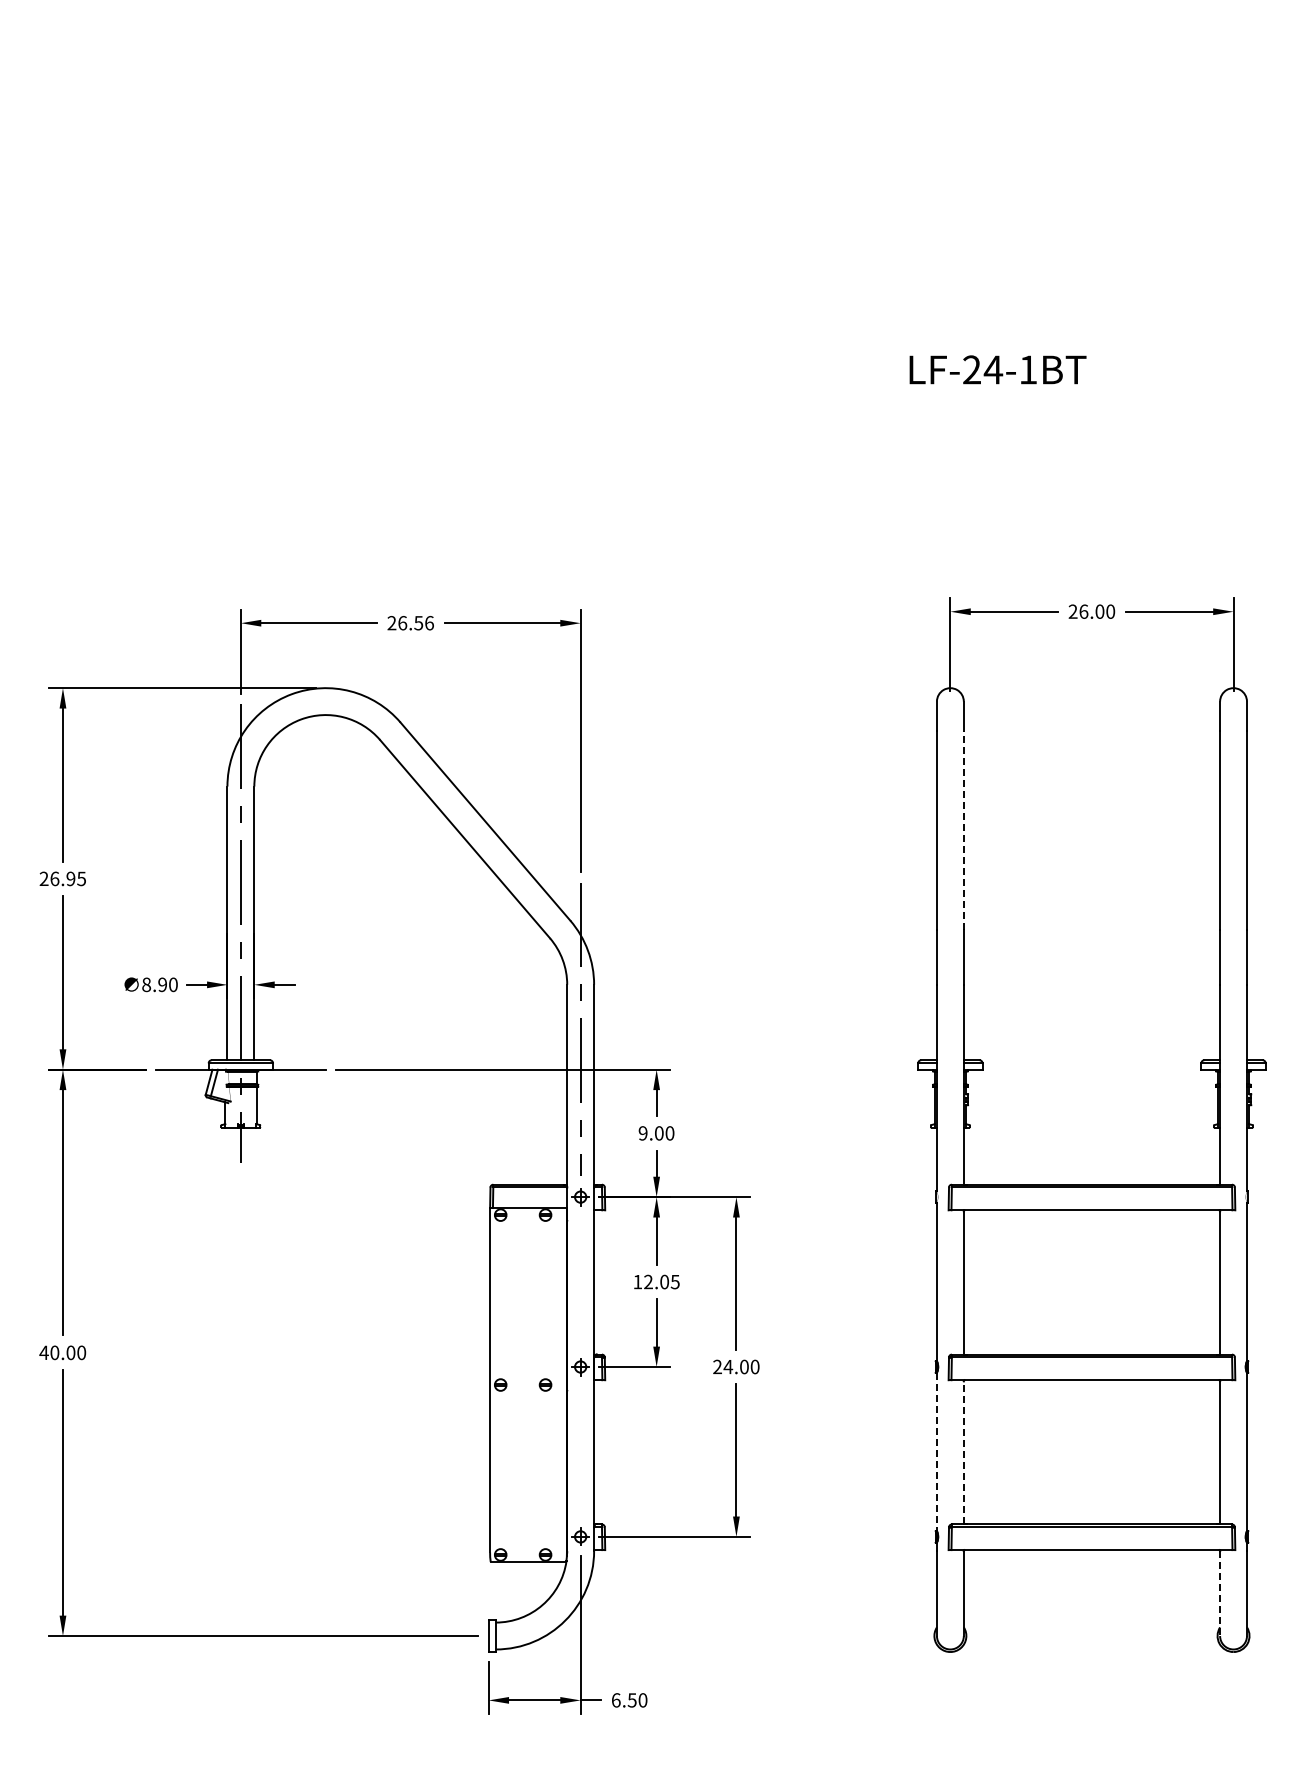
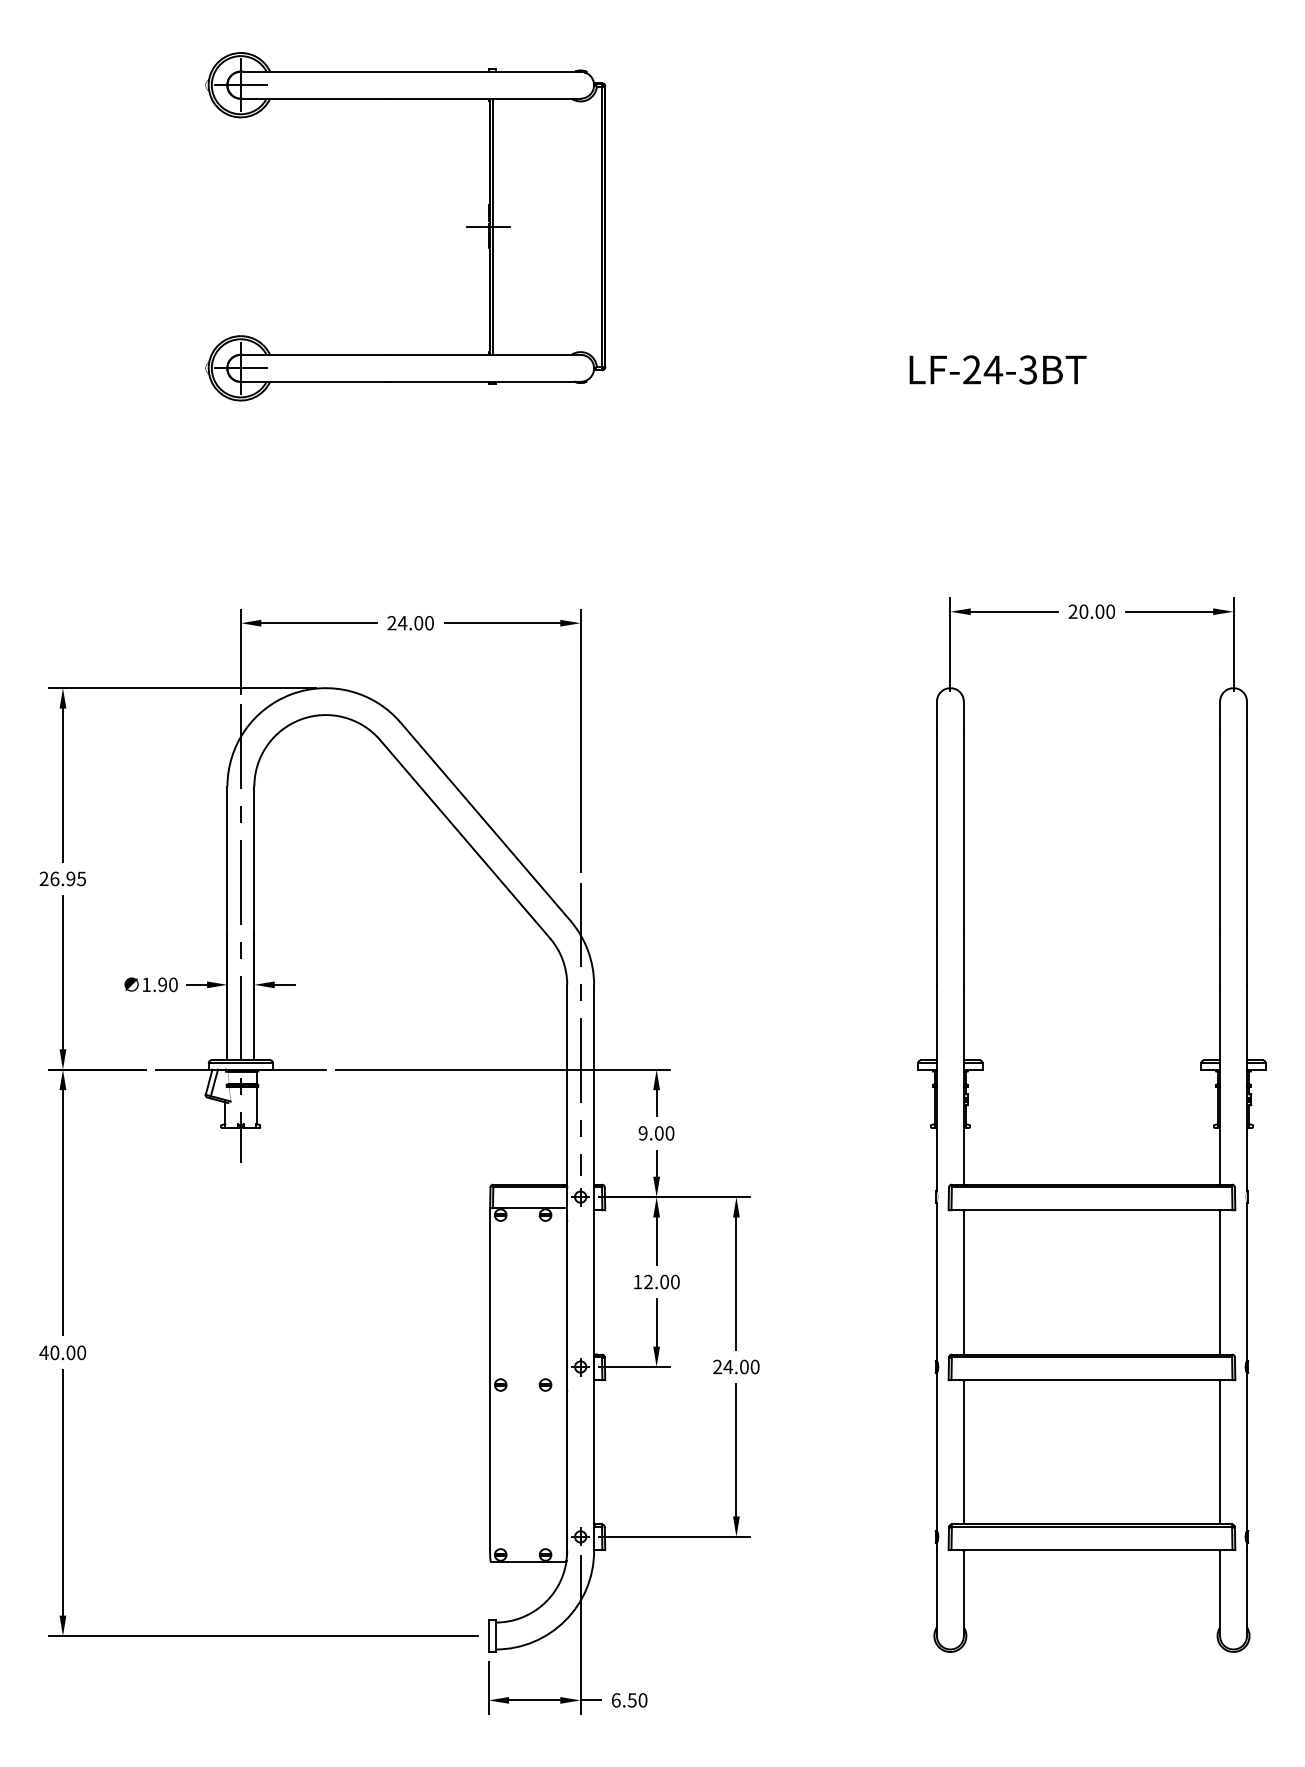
part at (466, 226): none -> present
text at (1027, 369): LF-24-1BT -> LF-24-3BT
text at (1083, 611): 26.00 -> 20.00
text at (415, 623): 26.56 -> 24.00
line at (963, 829): dashed -> solid
text at (146, 984): 8.90 -> 1.90
text at (674, 1281): 12.05 -> 12.00
line at (963, 1451): dashed -> solid
line at (936, 1452): dashed -> solid
line at (1220, 1594): dashed -> solid
